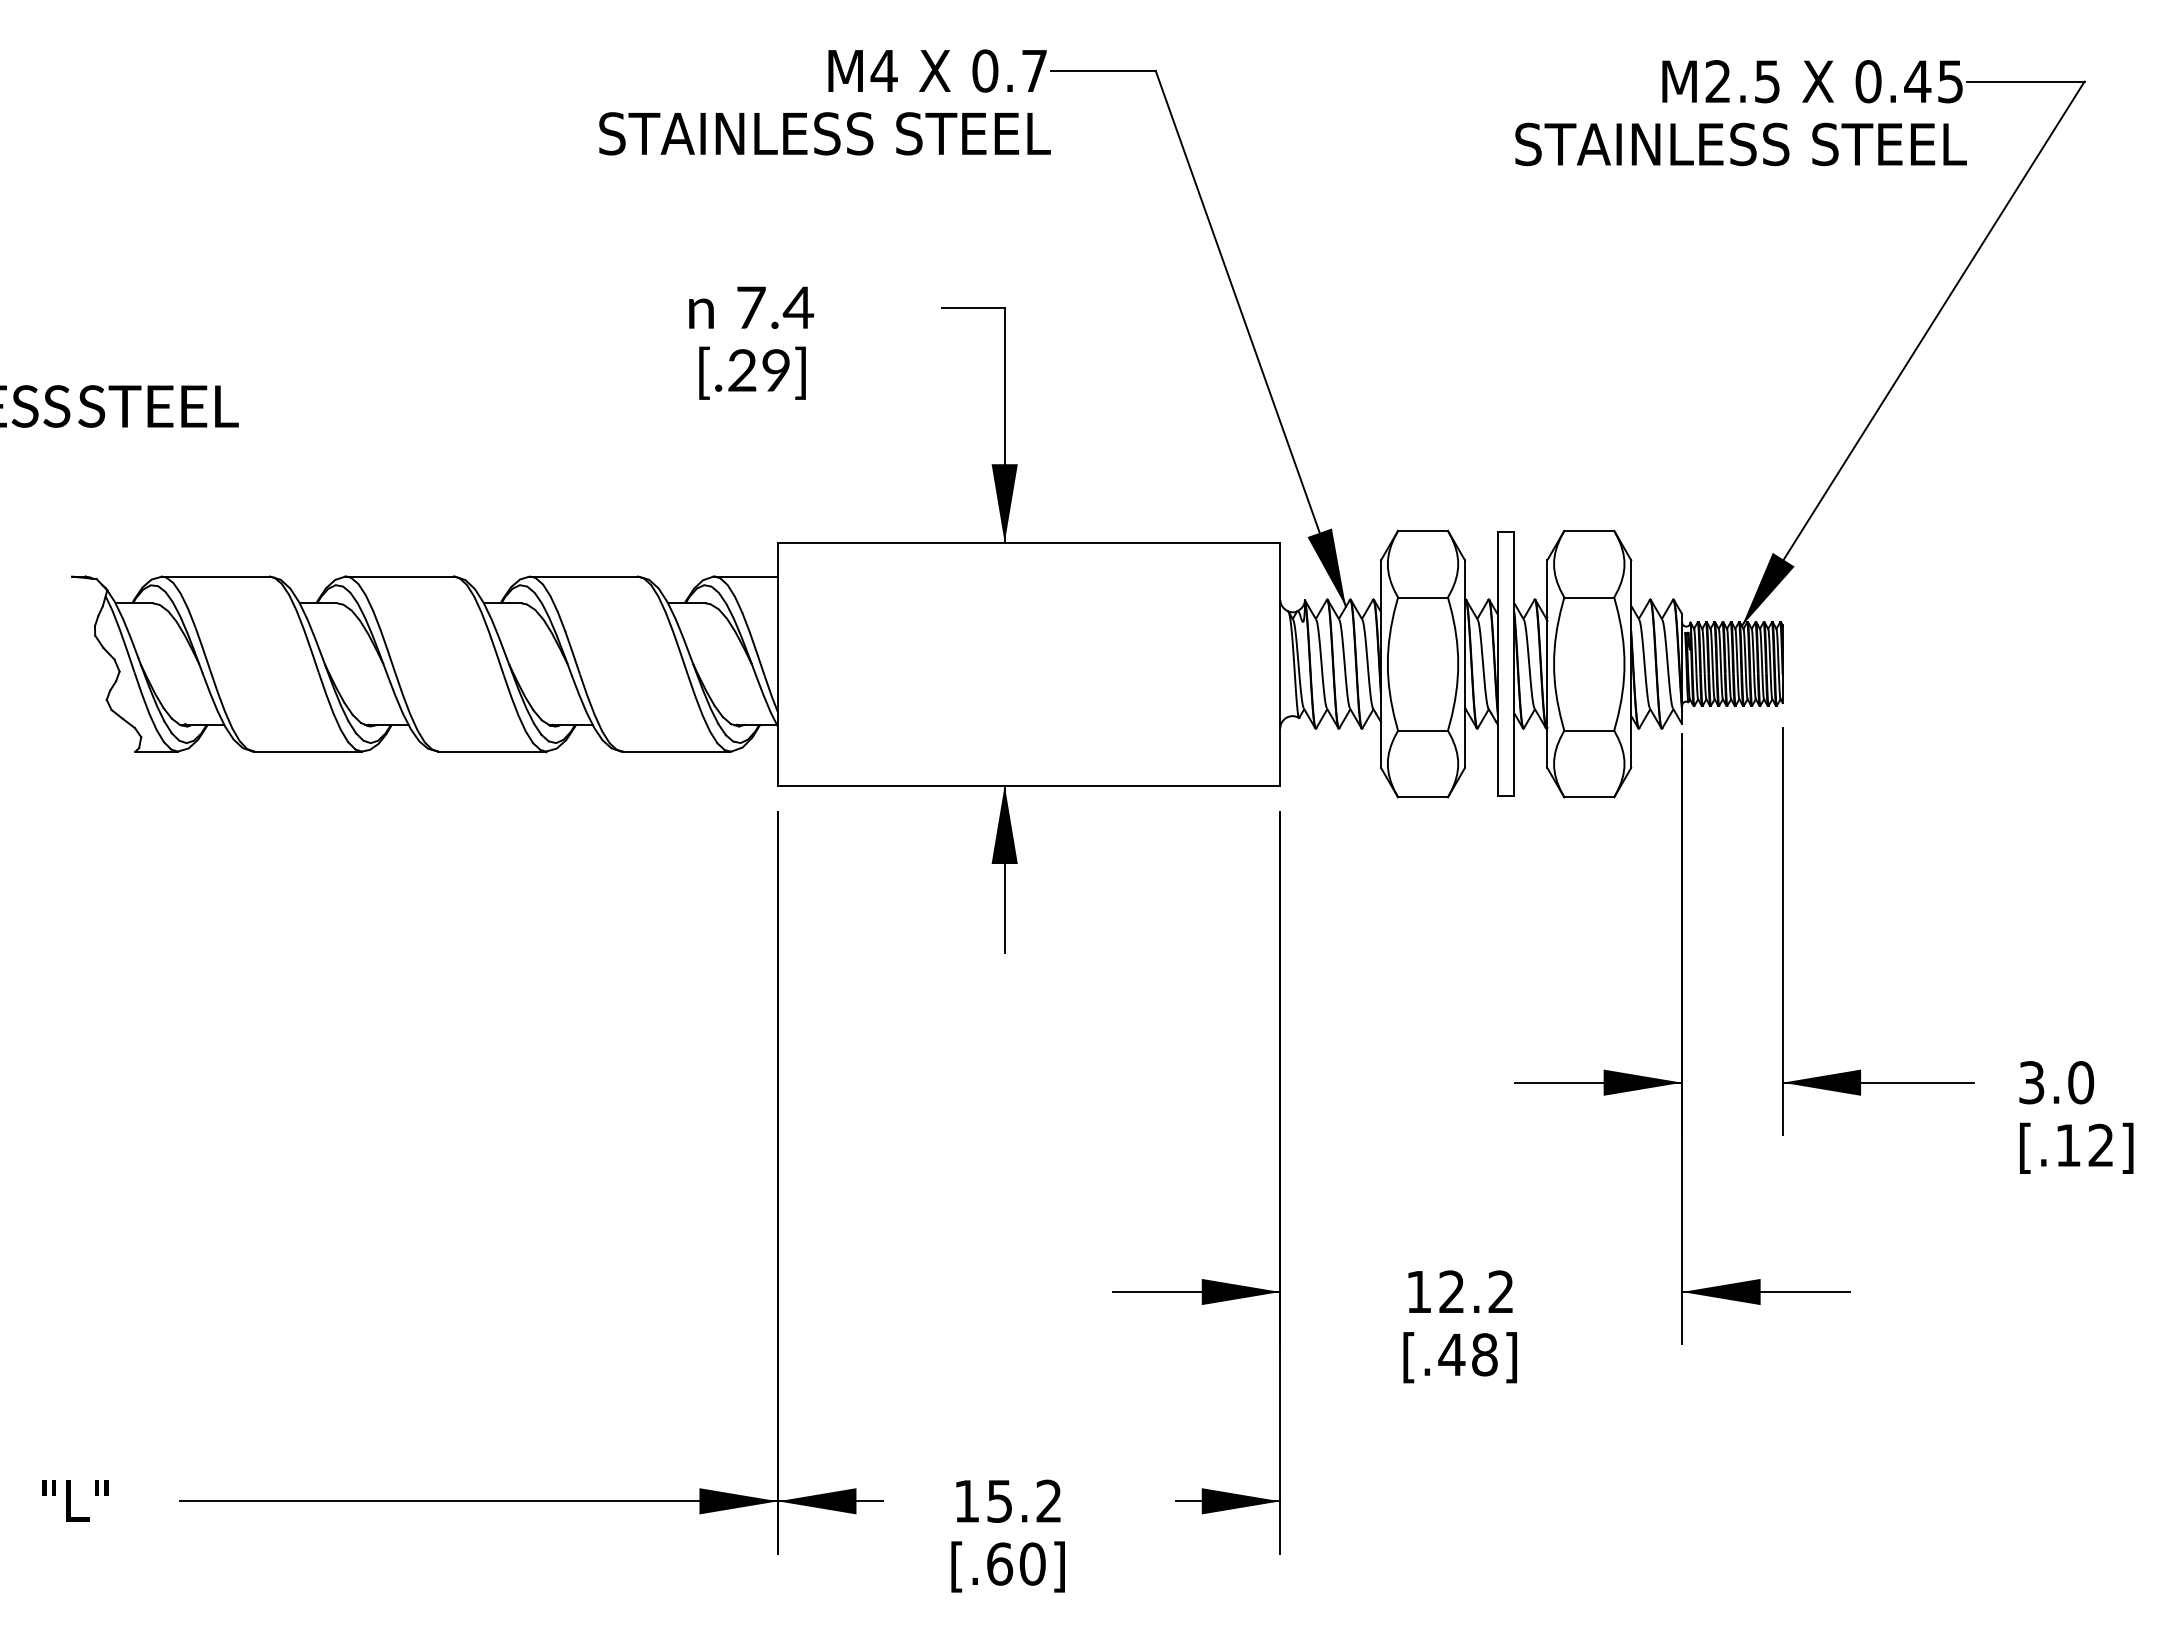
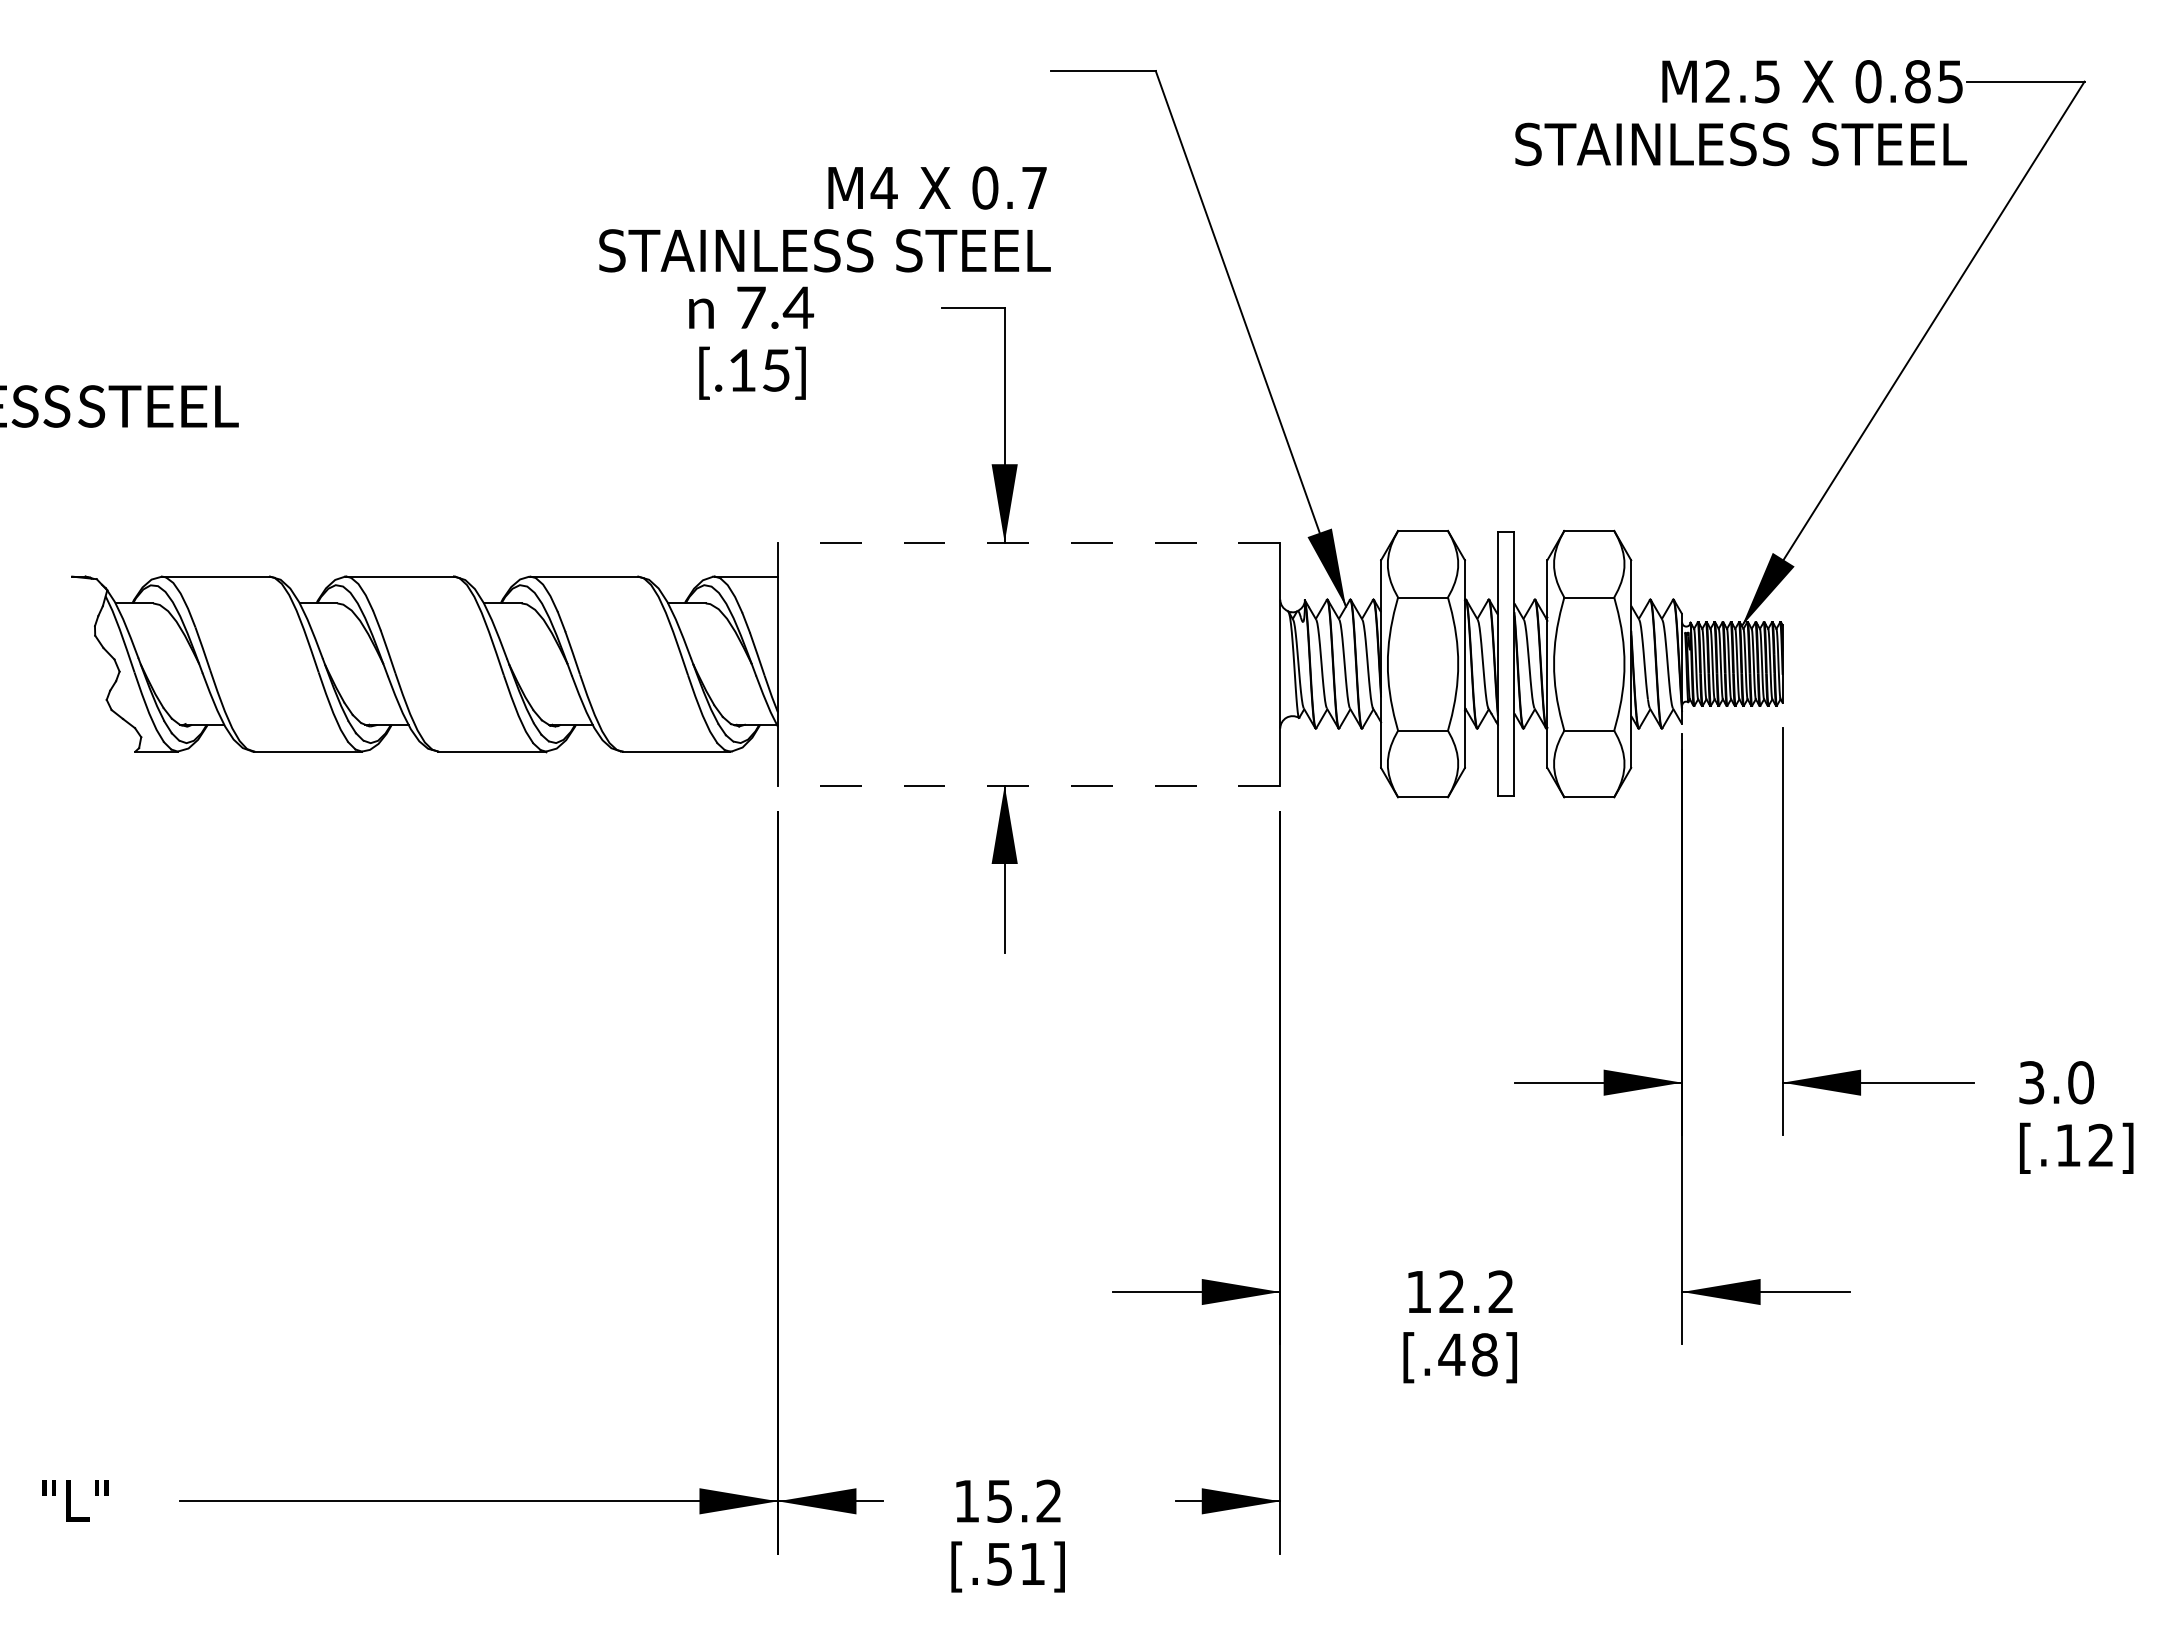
text at (1917, 81): 0.45 -> 0.85
text at (824, 102) position: (824, 102) -> (824, 219)
text at (758, 370): [.29] -> [.15]
line at (1028, 542): solid -> dashed
line at (1028, 785): solid -> dashed
text at (1016, 1563): [.60] -> [.51]
